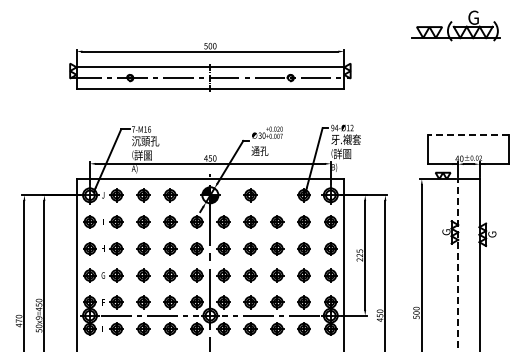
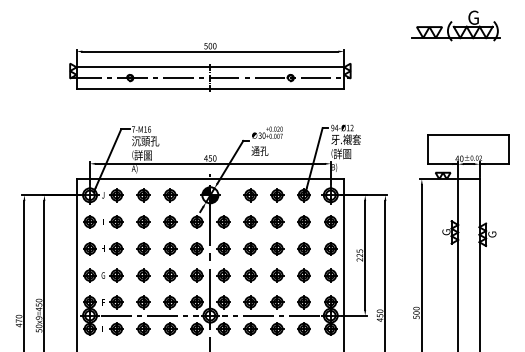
line at (468, 135): dashed -> solid
part at (277, 195): none -> present
line at (458, 265): dashed -> solid
